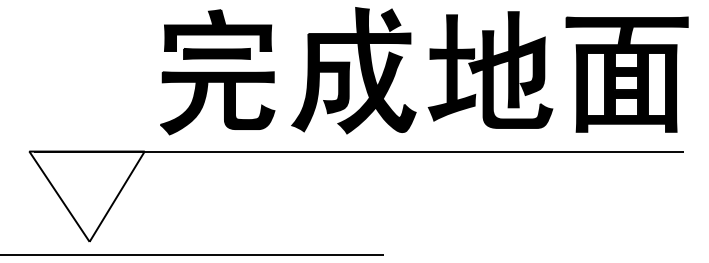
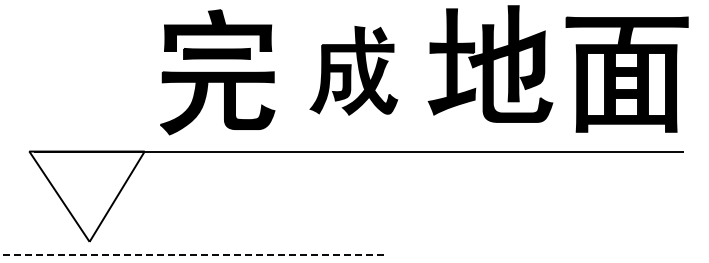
part at (490, 69) position: (490, 69) -> (490, 63)
part at (353, 70) size: 126x128 px -> 90x90 px
line at (192, 255): solid -> dashed
